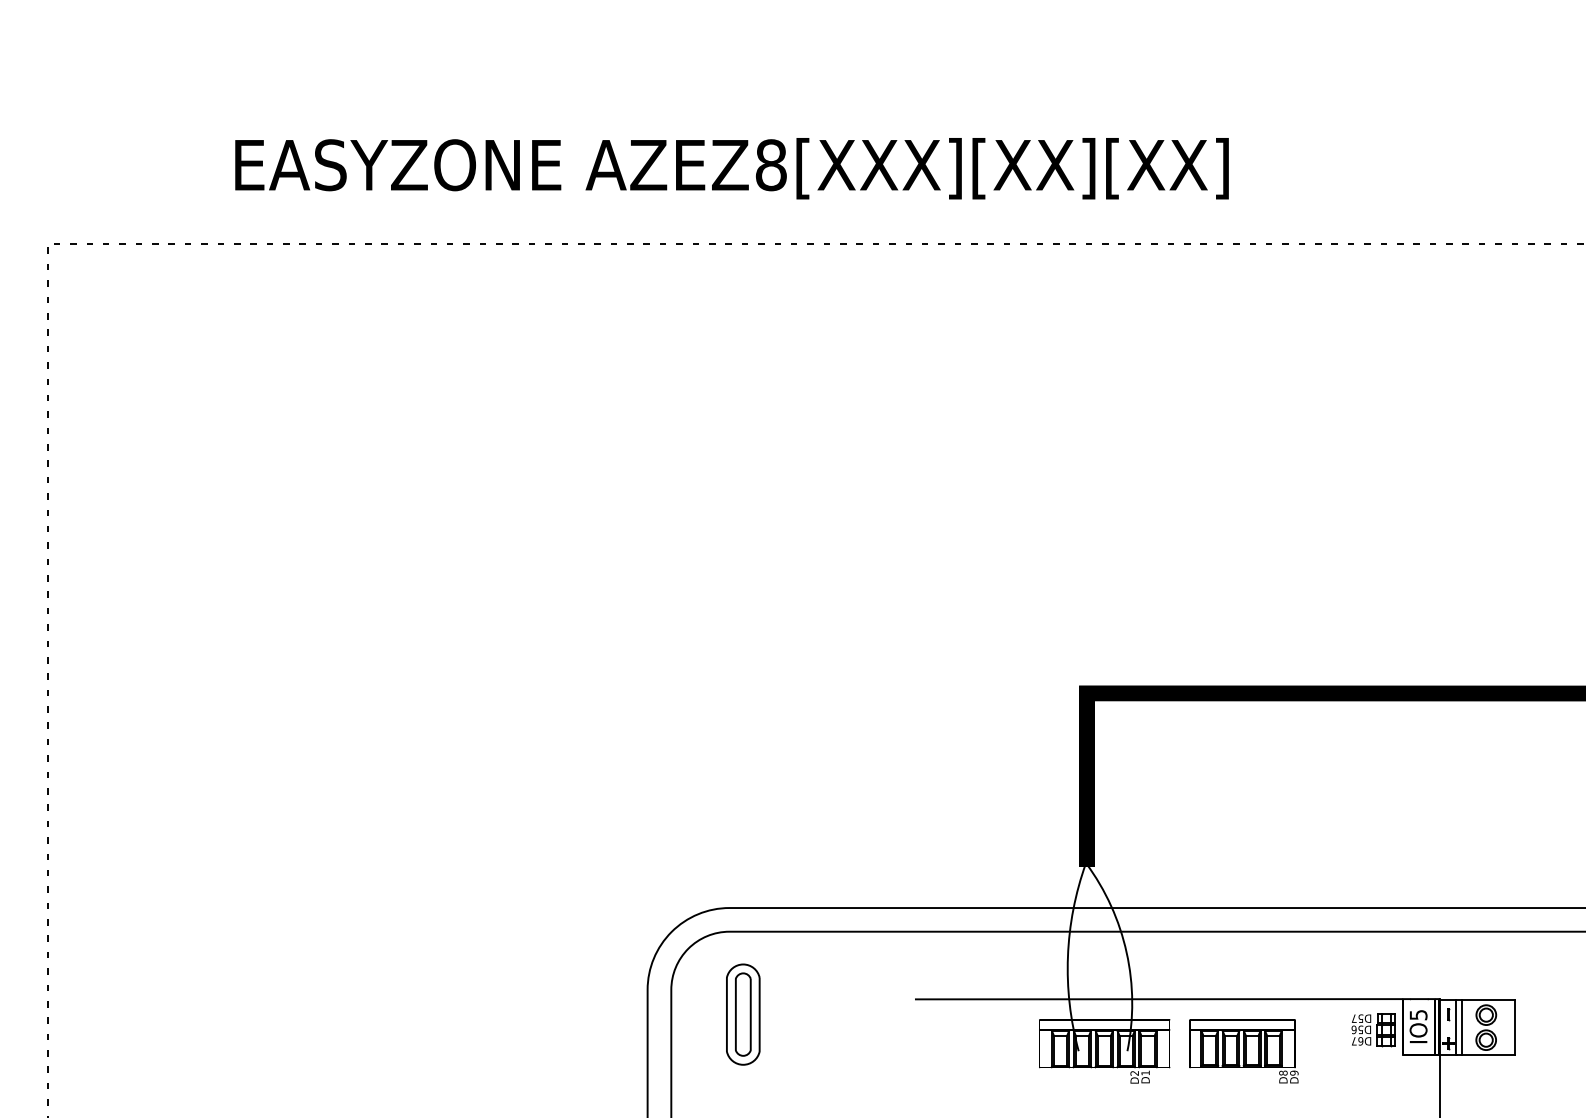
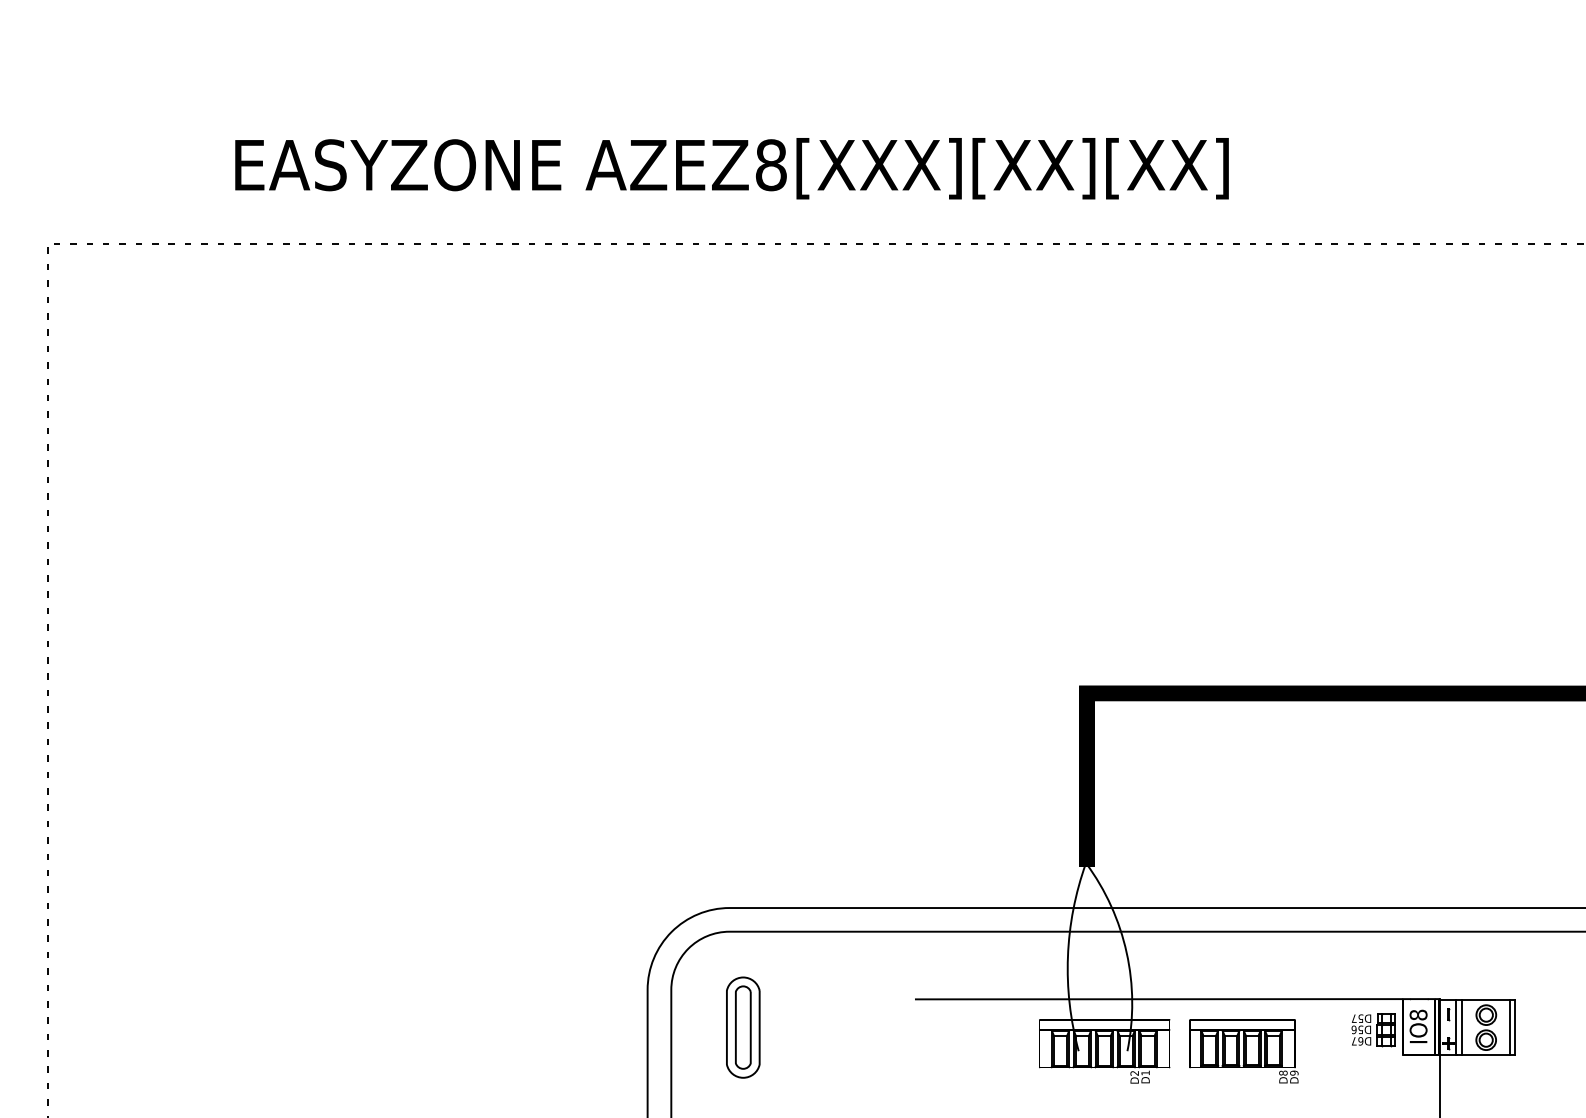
part at (743, 1014) position: (743, 1014) -> (743, 1027)
text at (1418, 1014): IO5 -> IO8
line at (1510, 1027): none -> present
